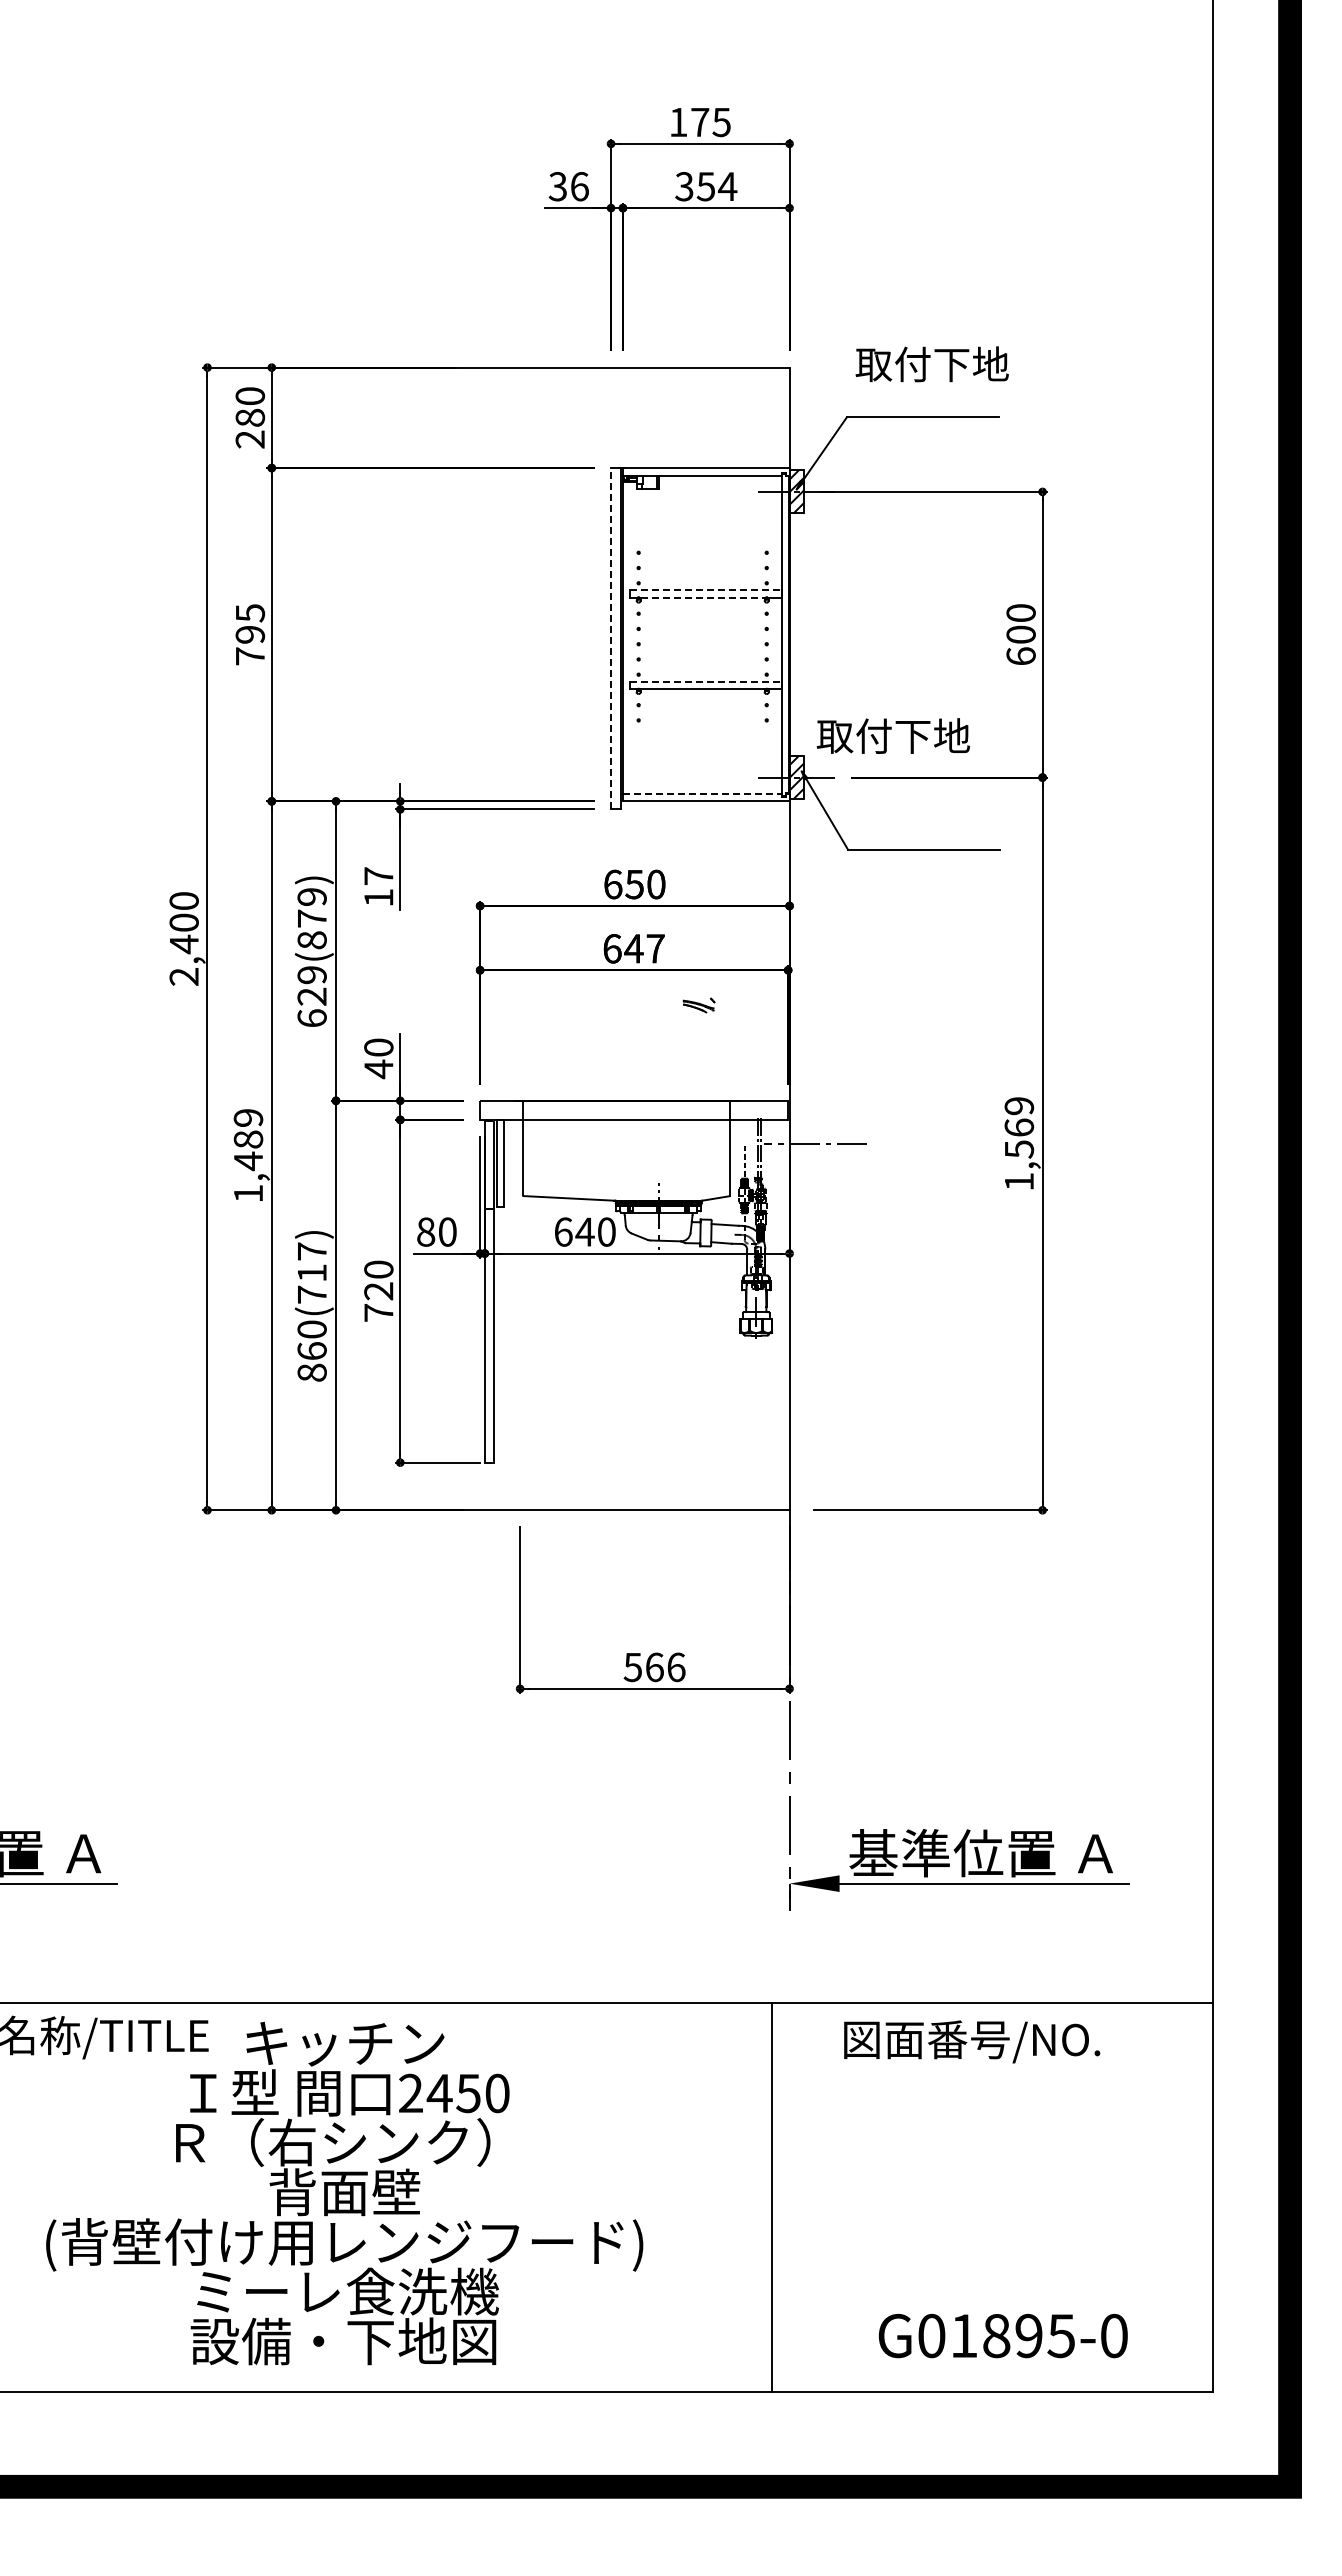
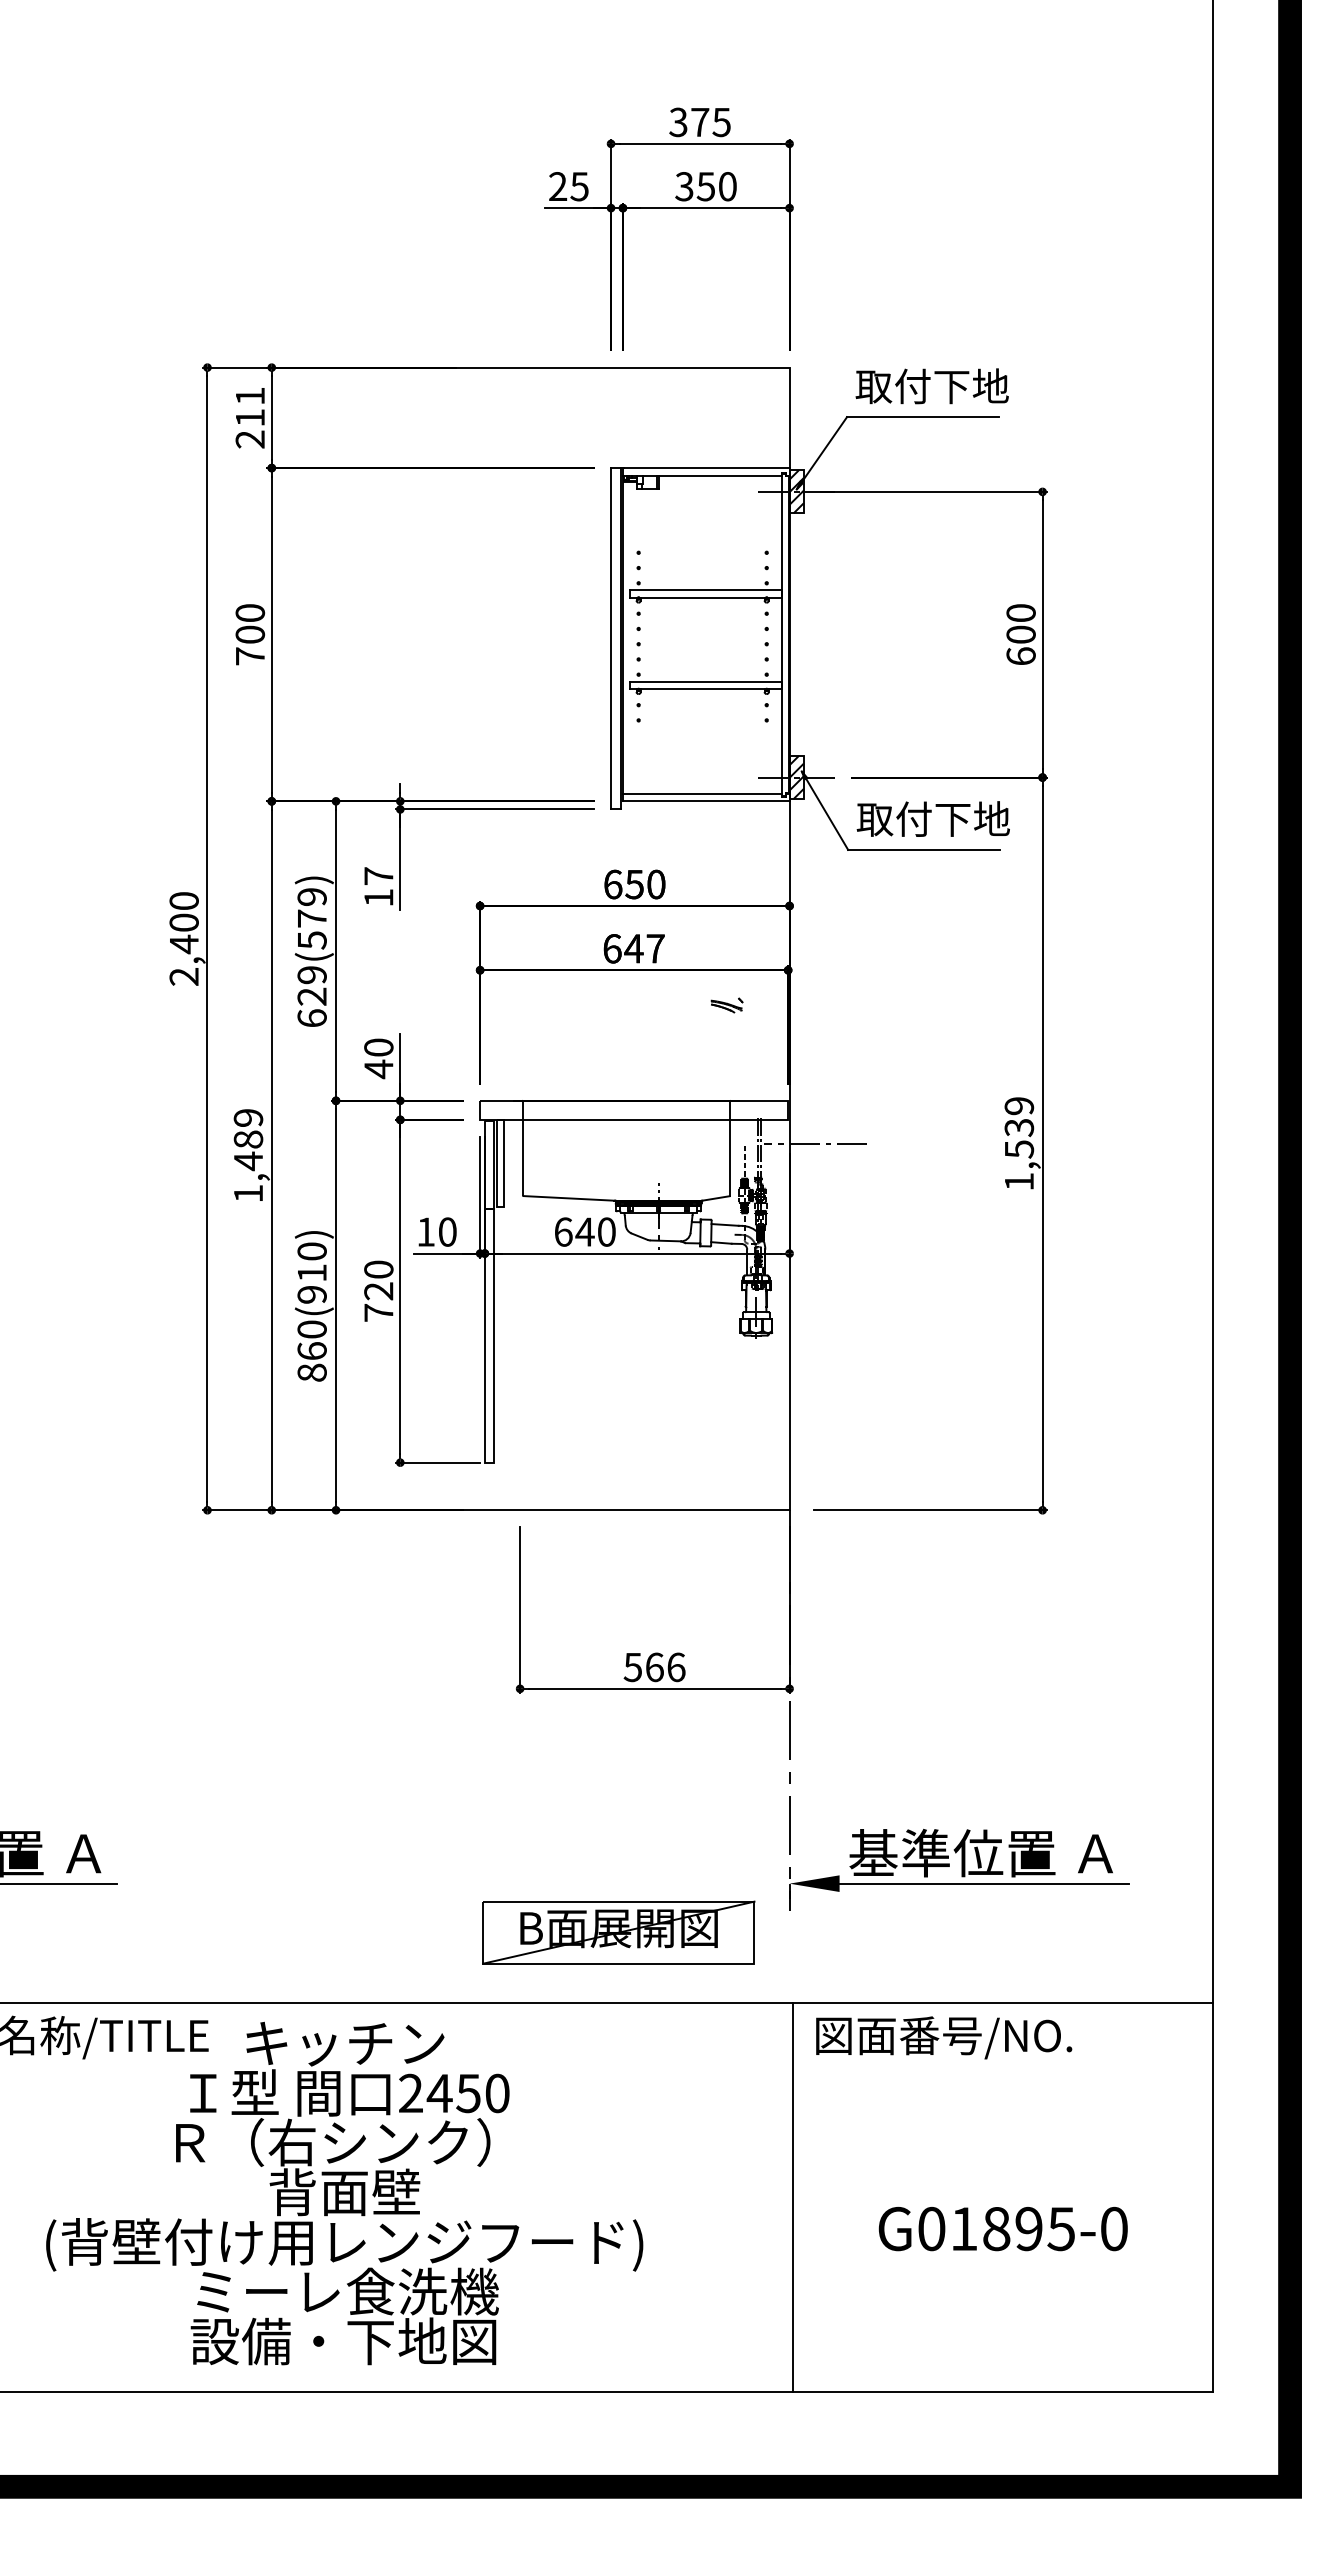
text at (678, 122): 175 -> 375
text at (568, 186): 36 -> 25
text at (727, 186): 354 -> 350
text at (931, 364) position: (931, 364) -> (931, 386)
text at (250, 406): 280 -> 211
line at (705, 590): dashed -> solid
line at (702, 597): dashed -> solid
text at (250, 623): 795 -> 700
line at (611, 638): dashed -> solid
line at (705, 681): dashed -> solid
text at (892, 735) position: (892, 735) -> (932, 818)
line at (703, 793): dashed -> solid
text at (311, 940): 629(879) -> 629(579)
part at (698, 1005) position: (698, 1005) -> (726, 1005)
text at (1019, 1127): 1,569 -> 1,539
text at (426, 1231): 80 -> 10
text at (311, 1272): 860(717) -> 860(910)
part at (618, 1932): none -> present
text at (972, 2041) position: (972, 2041) -> (944, 2037)
line at (772, 2197) position: (772, 2197) -> (793, 2197)
text at (1002, 2336) position: (1002, 2336) -> (1002, 2229)
